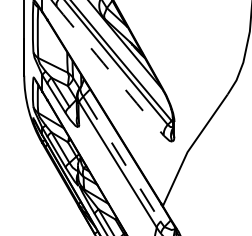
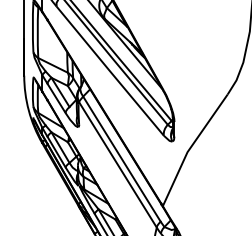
arc at (110, 71): dashed -> solid
line at (121, 159): dashed -> solid
